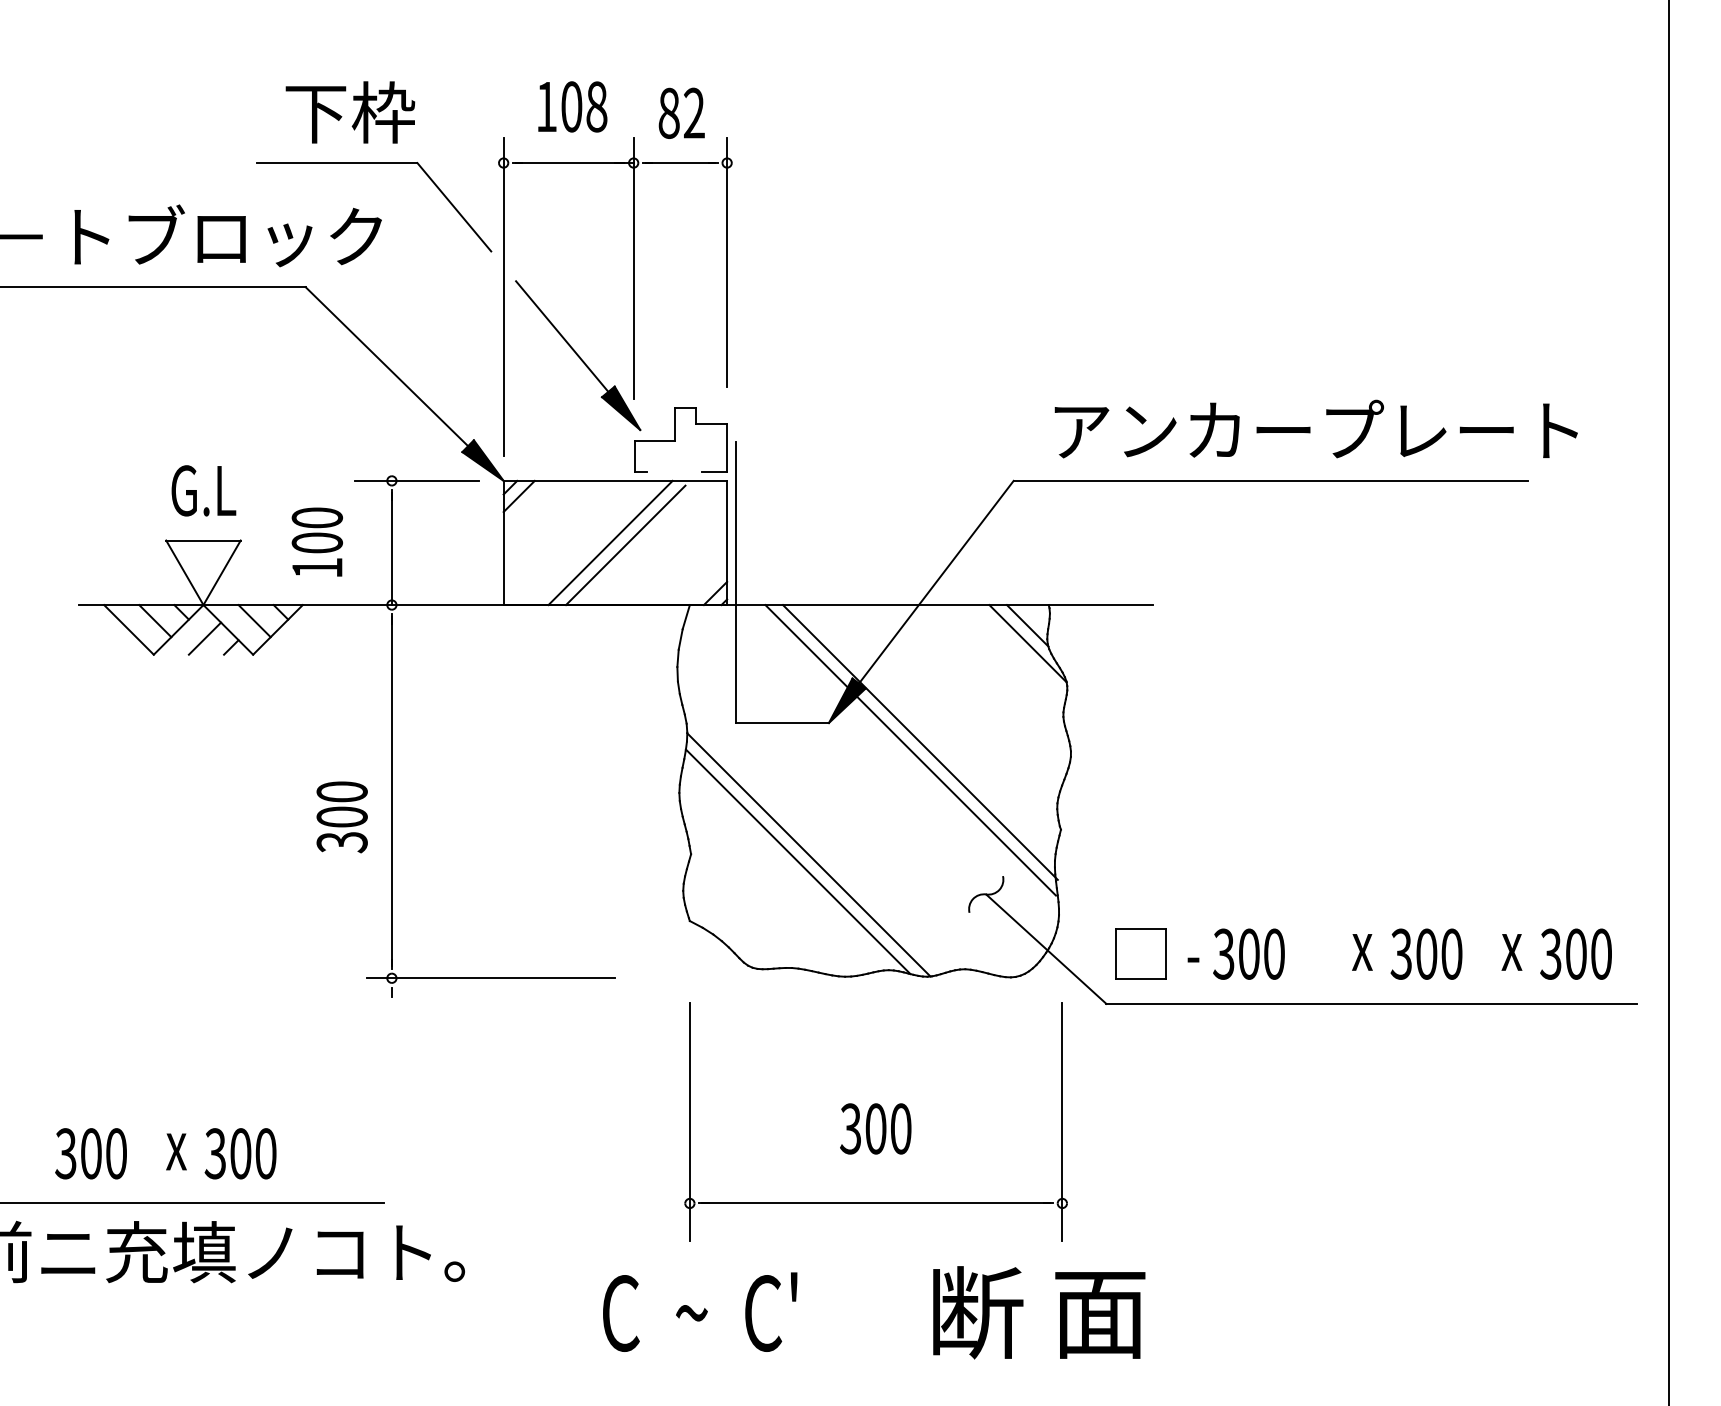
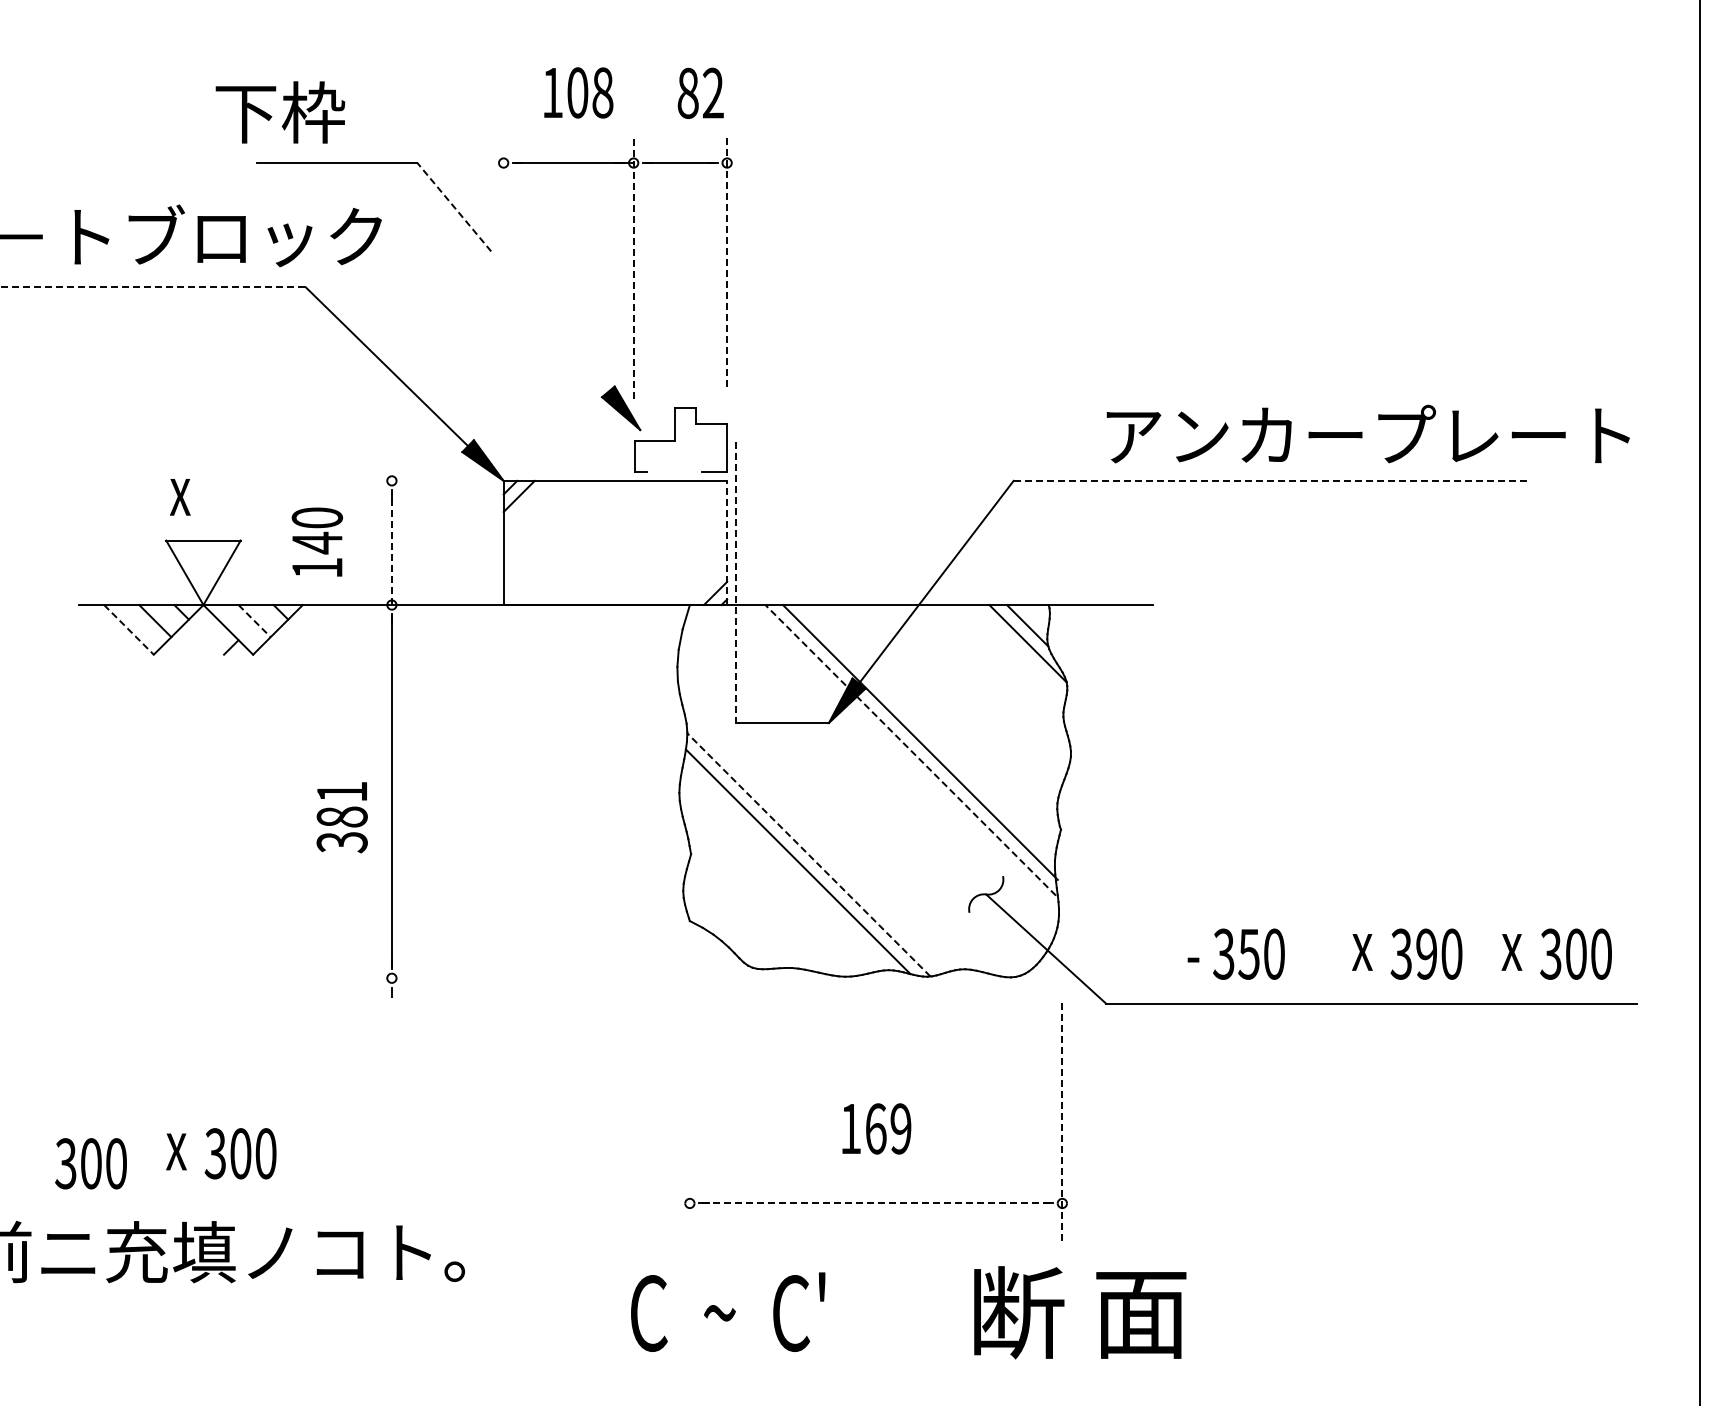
text at (572, 106) position: (572, 106) -> (578, 92)
text at (350, 112) position: (350, 112) -> (280, 112)
text at (681, 112) position: (681, 112) -> (700, 92)
line at (454, 207): solid -> dashed
line at (727, 261): solid -> dashed
line at (633, 268): solid -> dashed
line at (153, 287): solid -> dashed
line at (503, 297): present -> none
line at (562, 336): present -> none
text at (1315, 428) position: (1315, 428) -> (1367, 433)
line at (416, 480): present -> none
line at (1271, 480): solid -> dashed
text at (202, 490): G.L -> x
text at (317, 542): 100 -> 140
line at (610, 542): present -> none
line at (727, 542): solid -> dashed
line at (625, 545): present -> none
line at (391, 549): solid -> dashed
line at (735, 582): solid -> dashed
line at (254, 621): solid -> dashed
line at (129, 630): solid -> dashed
line at (204, 638): present -> none
line at (1669, 702) position: (1669, 702) -> (1700, 702)
line at (910, 749): solid -> dashed
text at (341, 804): 300 -> 381
line at (808, 854): solid -> dashed
part at (1140, 953): present -> none
text at (1248, 953): 300 -> 350
text at (1426, 953): 300 -> 390
line at (491, 978): present -> none
line at (689, 1121): present -> none
line at (1062, 1121): solid -> dashed
text at (875, 1128): 300 -> 169
text at (90, 1153) position: (90, 1153) -> (90, 1163)
line at (192, 1203): present -> none
line at (876, 1203): solid -> dashed
text at (700, 1311) position: (700, 1311) -> (728, 1311)
text at (1039, 1312) position: (1039, 1312) -> (1080, 1312)
